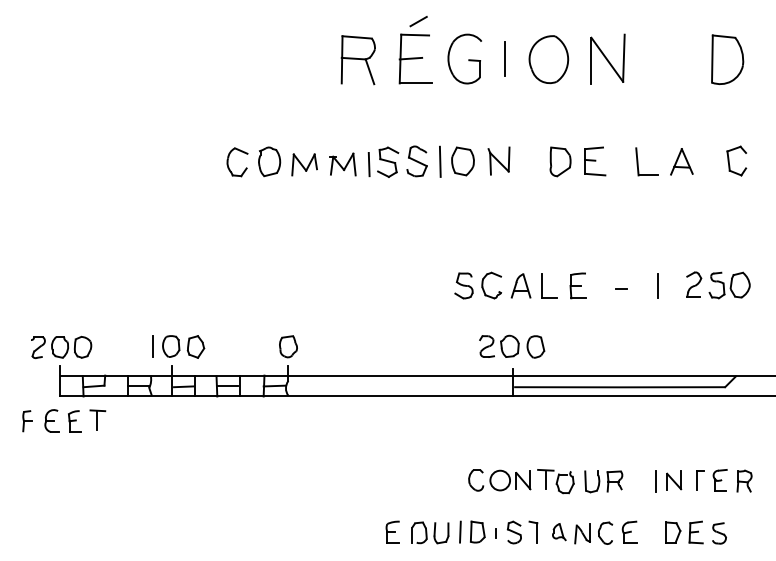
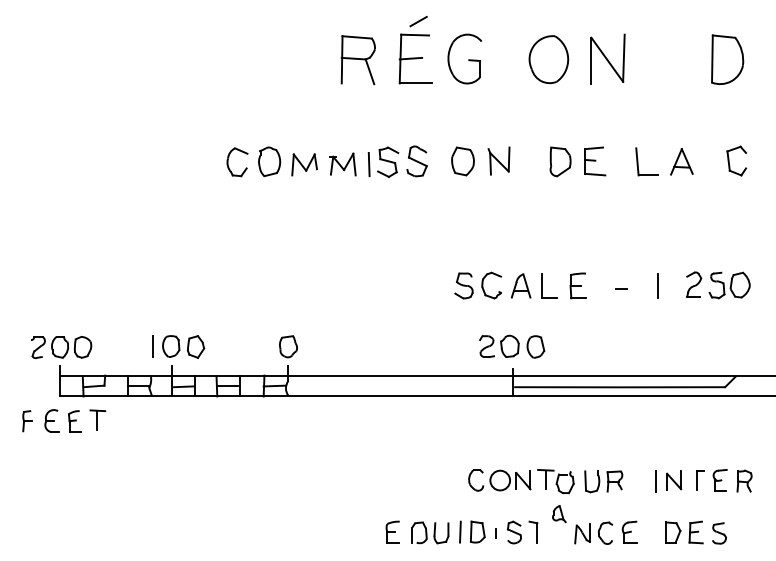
line at (504, 58): present -> none
line at (439, 161): present -> none
part at (559, 532) position: (559, 532) -> (559, 514)
